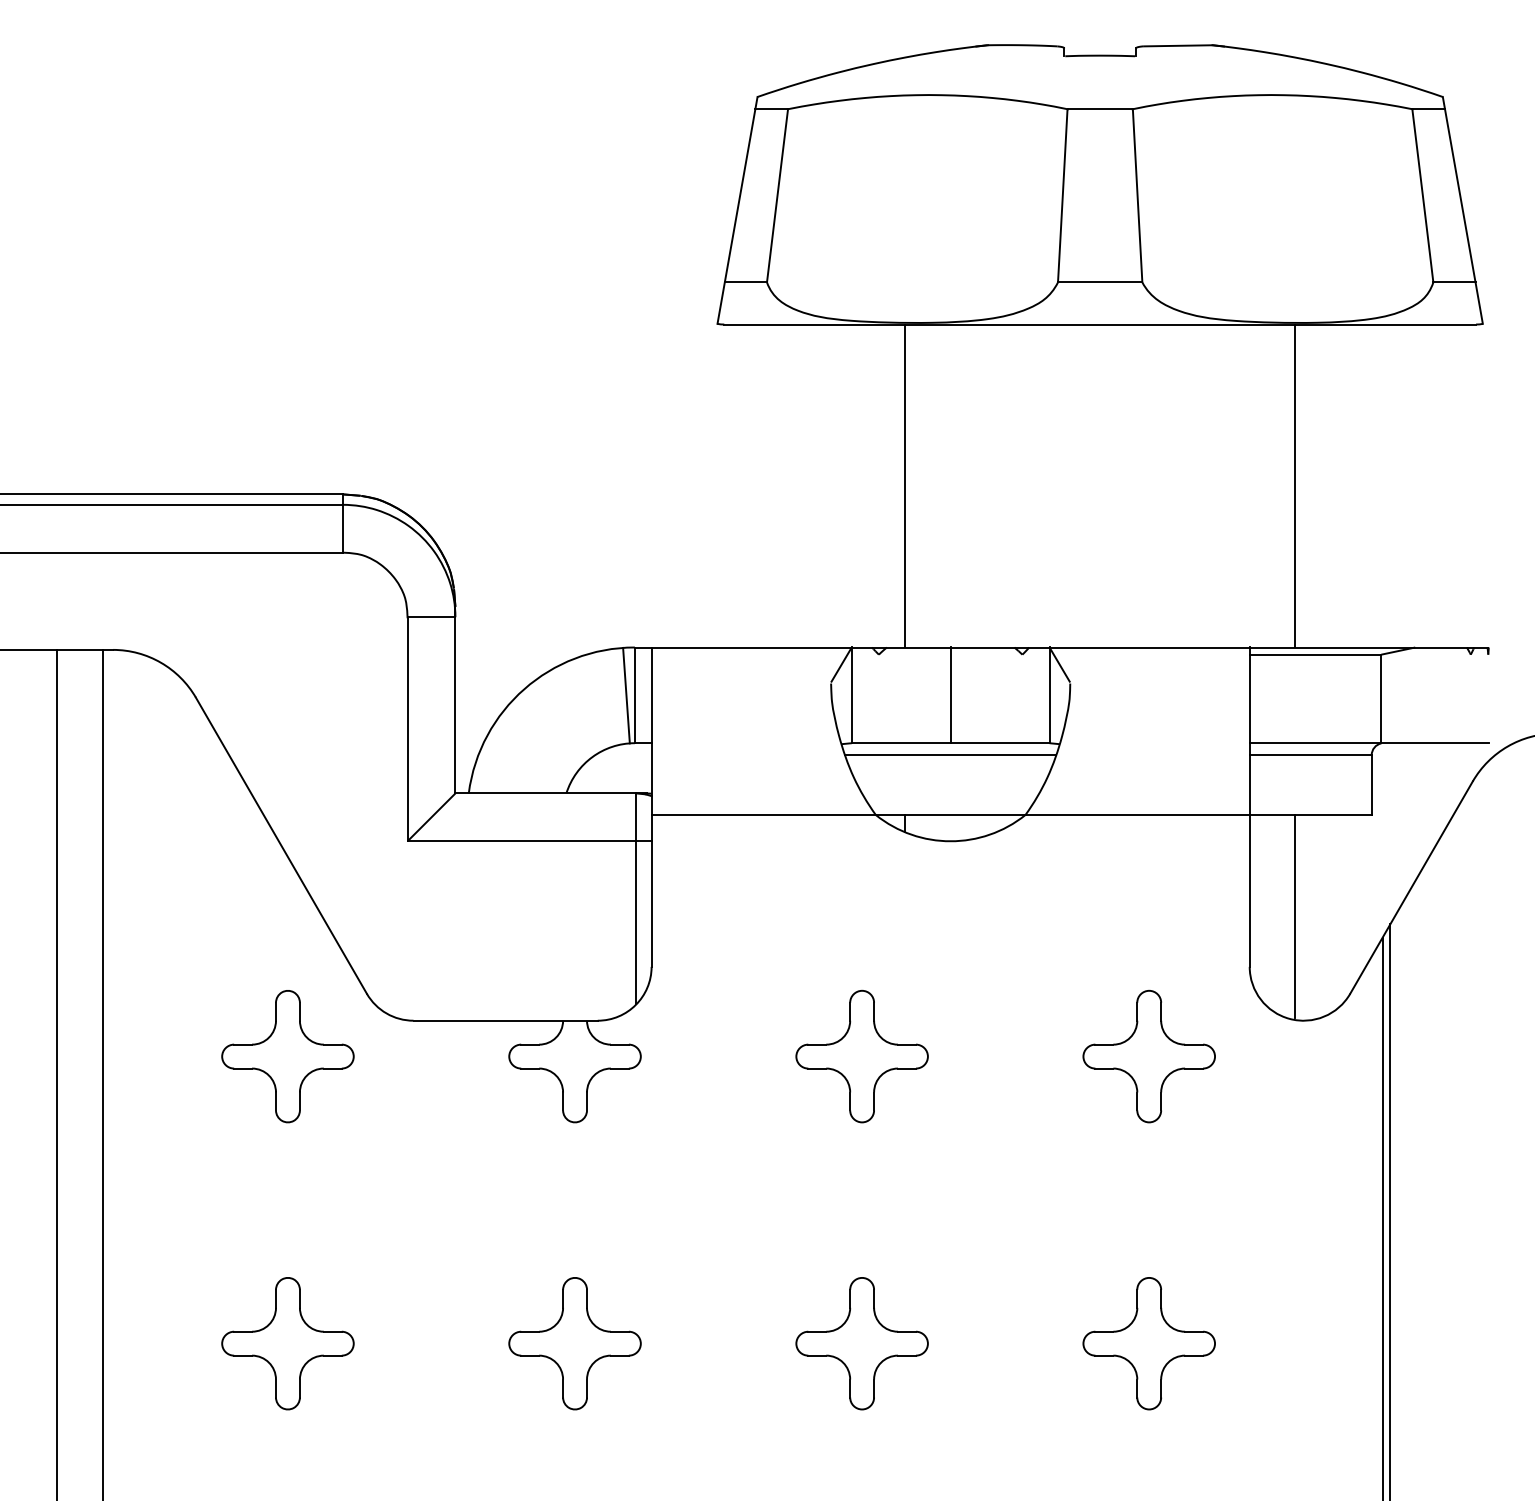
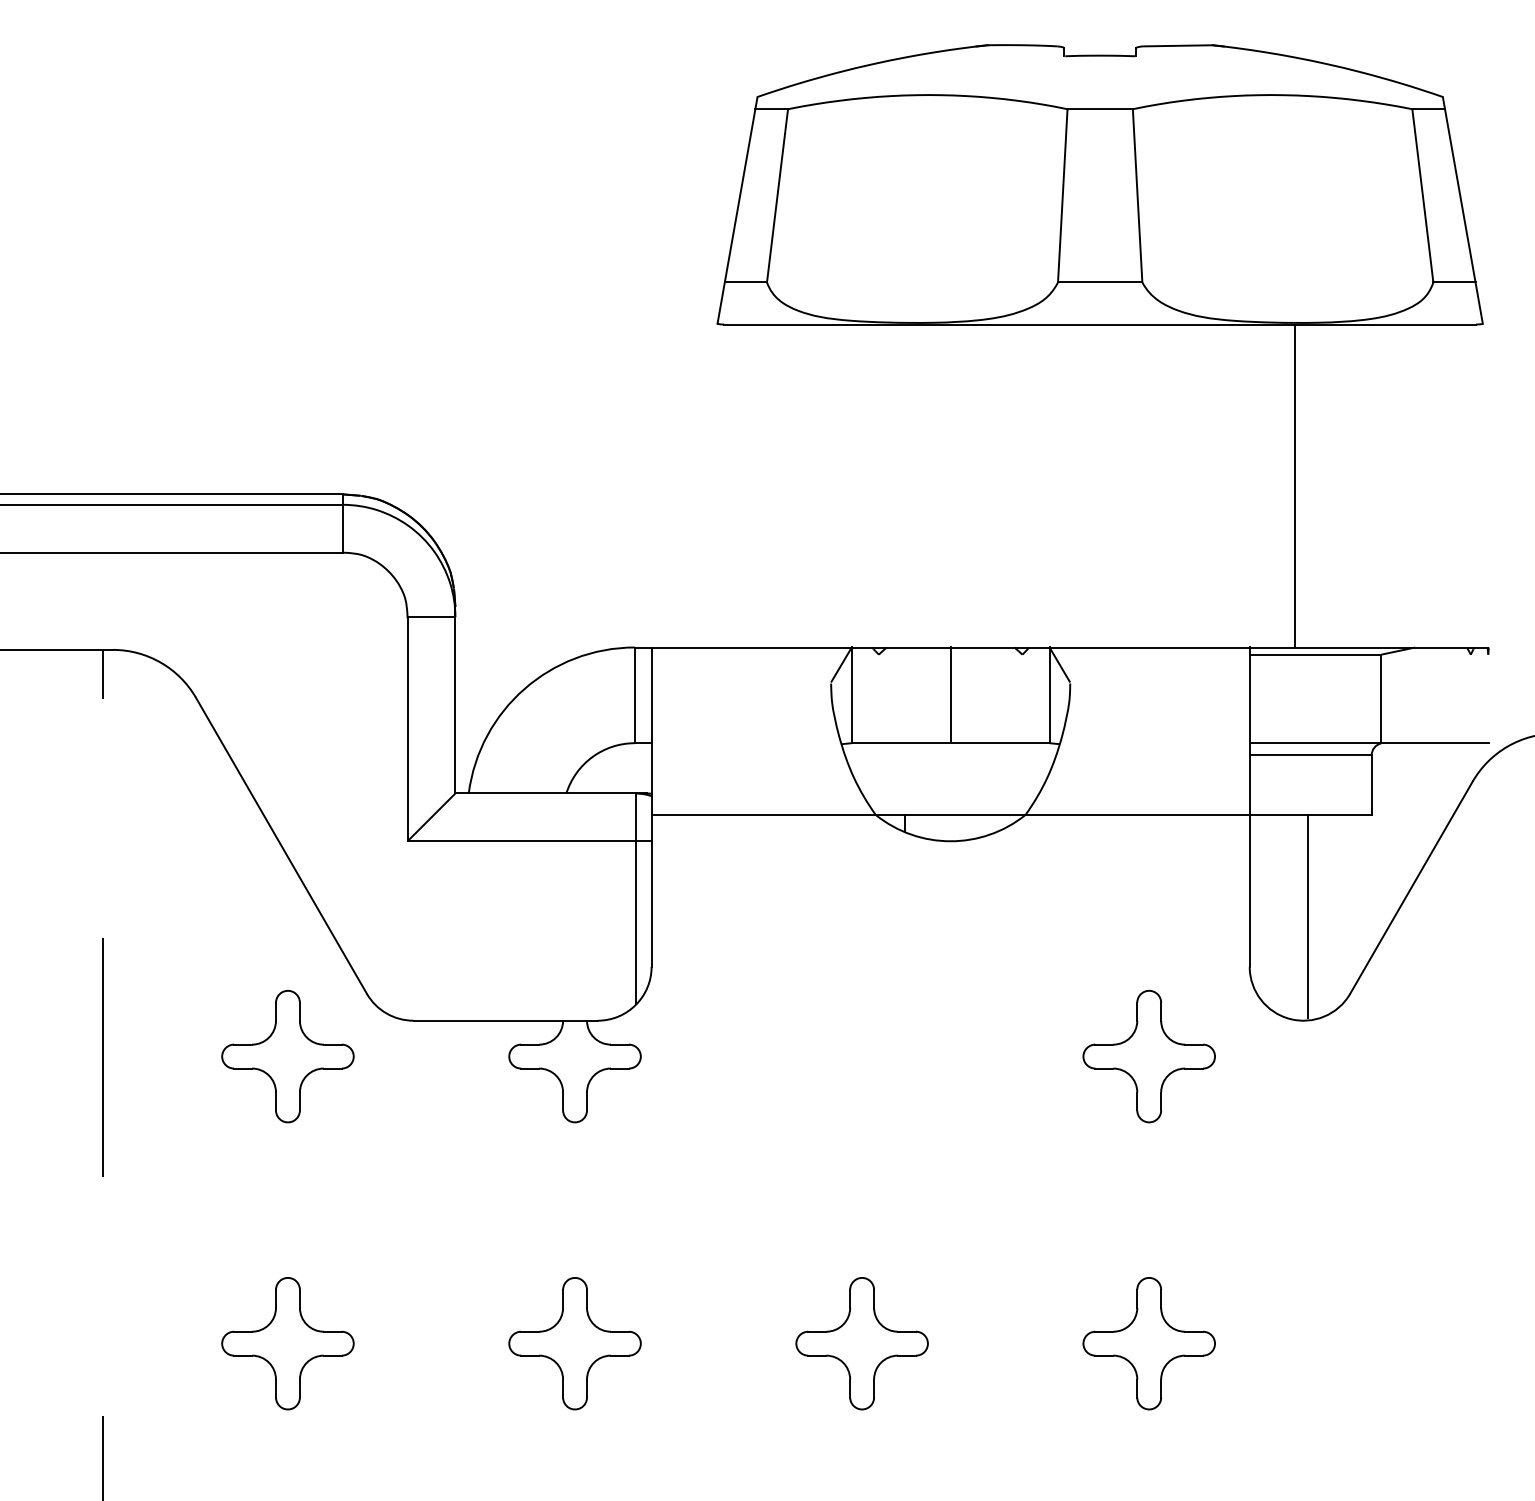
line at (905, 485): present -> none
line at (626, 695): present -> none
line at (950, 755): present -> none
line at (1295, 916) position: (1295, 916) -> (1308, 916)
part at (861, 1056): present -> none
line at (57, 1073): present -> none
line at (102, 1074): solid -> dashed
line at (1390, 1210): present -> none
line at (1382, 1217): present -> none
